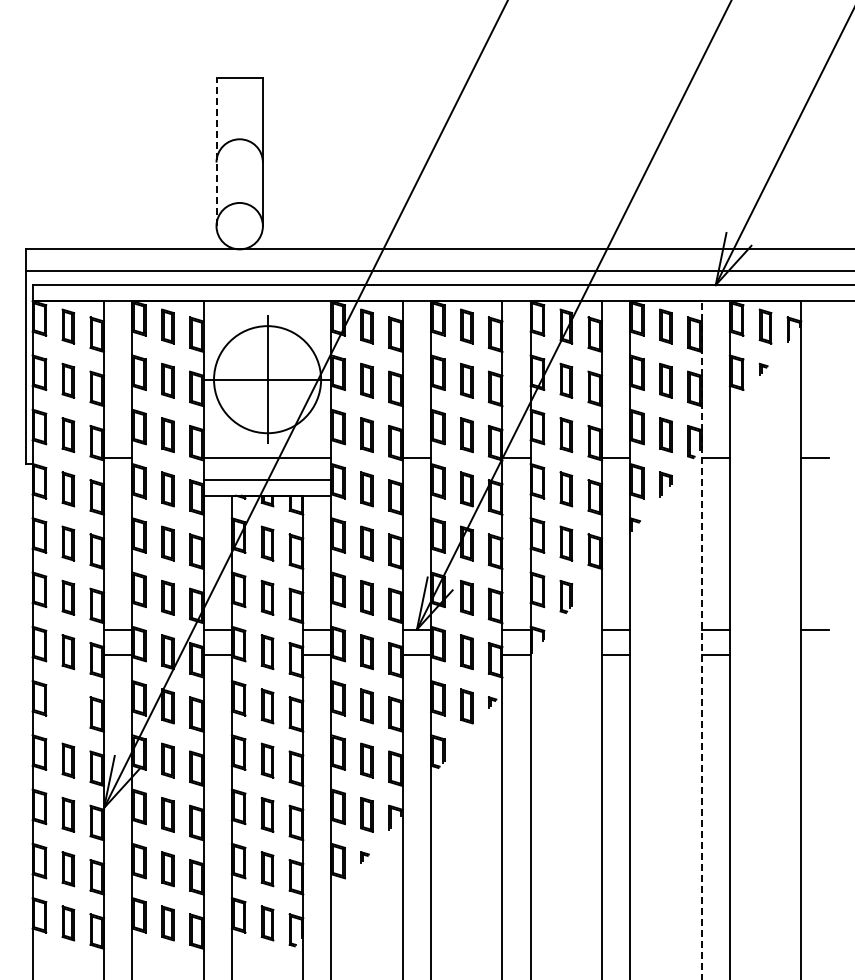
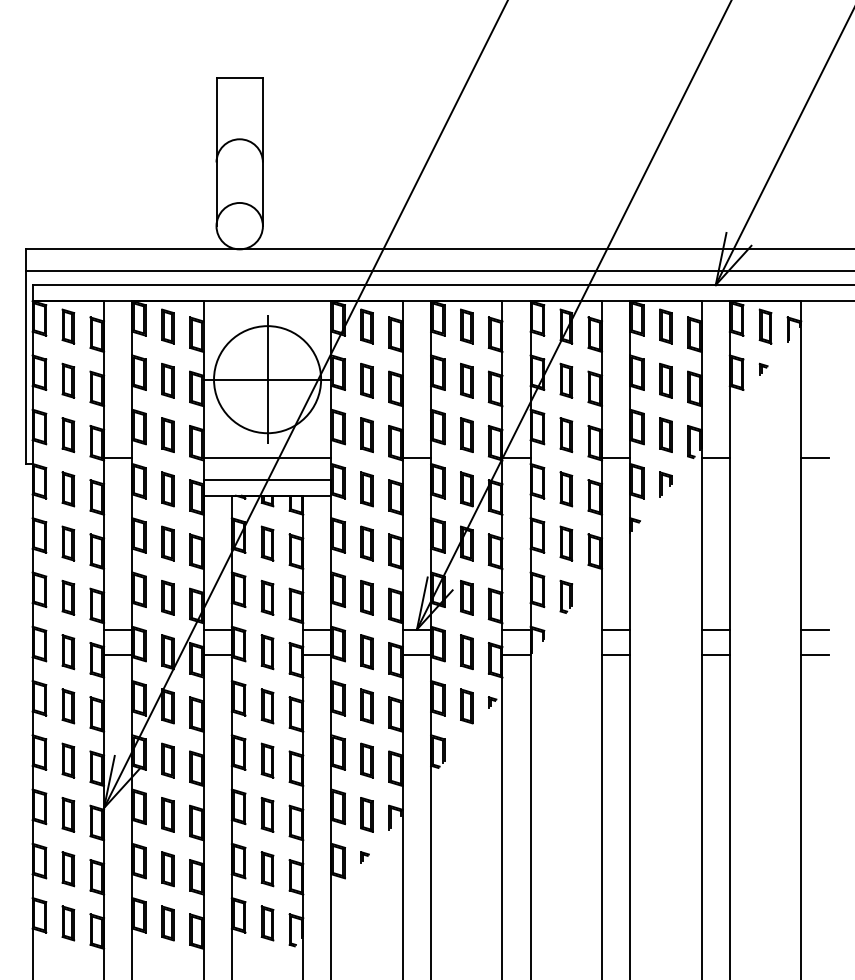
line at (216, 151): dashed -> solid
line at (701, 640): dashed -> solid
line at (815, 654): none -> present
part at (68, 706): none -> present
